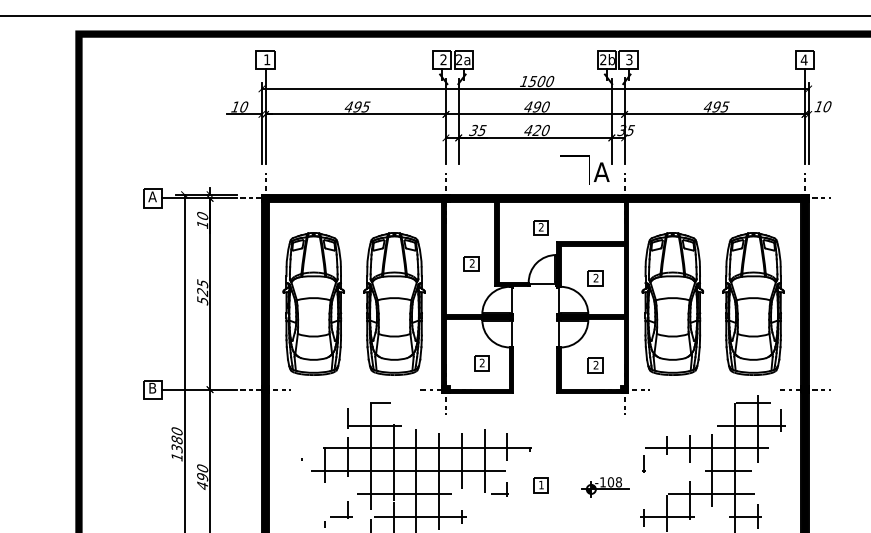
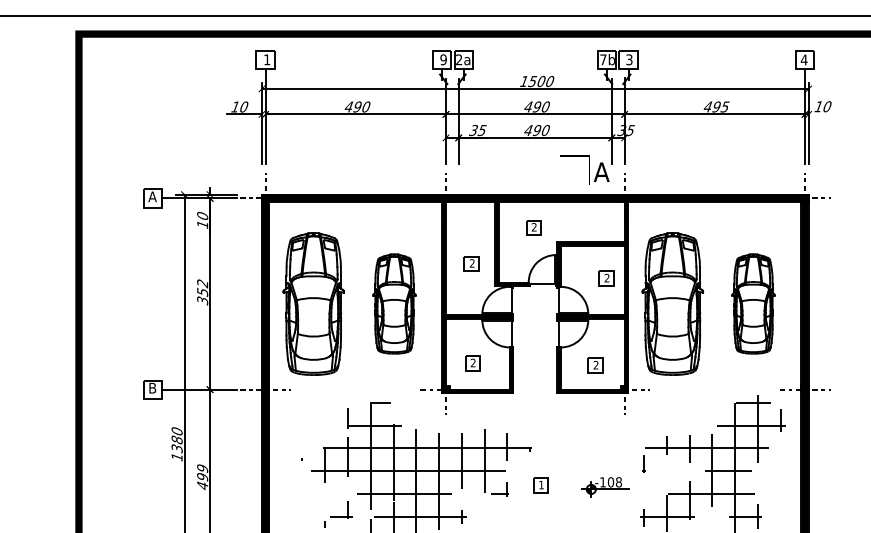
text at (443, 59): 2 -> 9
text at (603, 59): 2b -> 7b
text at (365, 106): 495 -> 490
text at (536, 130): 420 -> 490
part at (540, 227) position: (540, 227) -> (533, 227)
part at (595, 278) position: (595, 278) -> (606, 278)
text at (202, 291): 525 -> 352
part at (394, 303) size: 63x144 px -> 45x102 px
part at (753, 303) size: 63x144 px -> 45x102 px
part at (481, 363) position: (481, 363) -> (472, 363)
text at (202, 468): 490 -> 499
